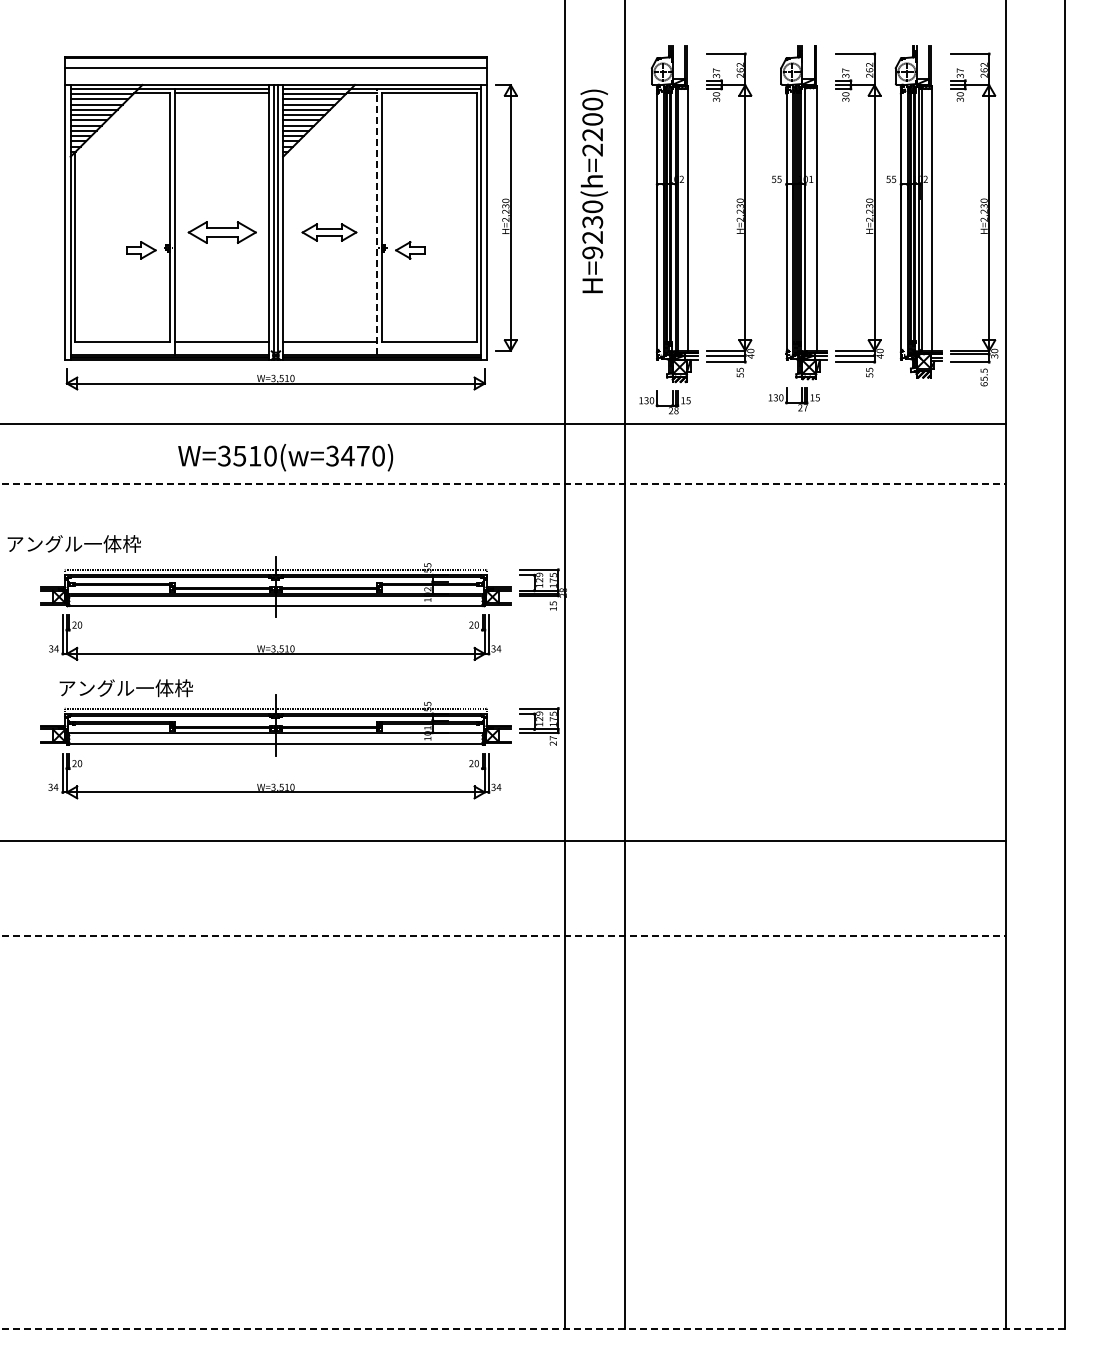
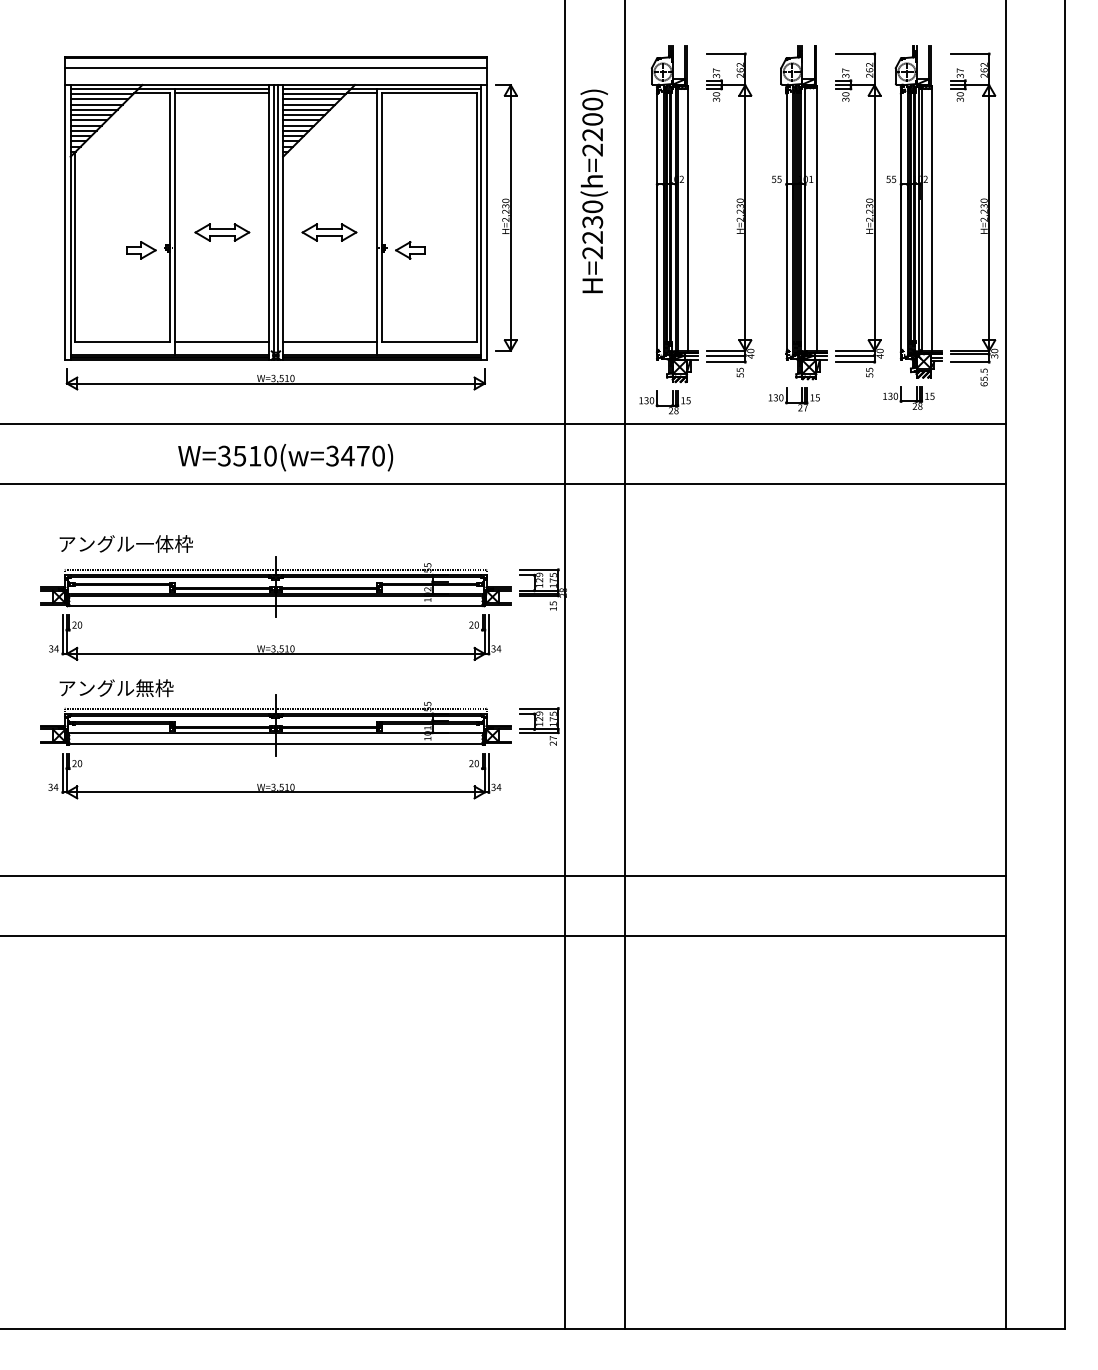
line at (376, 221): dashed -> solid
part at (221, 232) size: 70x23 px -> 57x19 px
text at (592, 252): H=9230(h=2200) -> H=2230(h=2200)
part at (908, 397): none -> present
line at (502, 483): dashed -> solid
text at (73, 543) position: (73, 543) -> (125, 543)
text at (164, 688): アングル一体枠 -> アングル無枠
line at (503, 841) position: (503, 841) -> (503, 876)
line at (502, 935): dashed -> solid
line at (533, 1328): dashed -> solid
